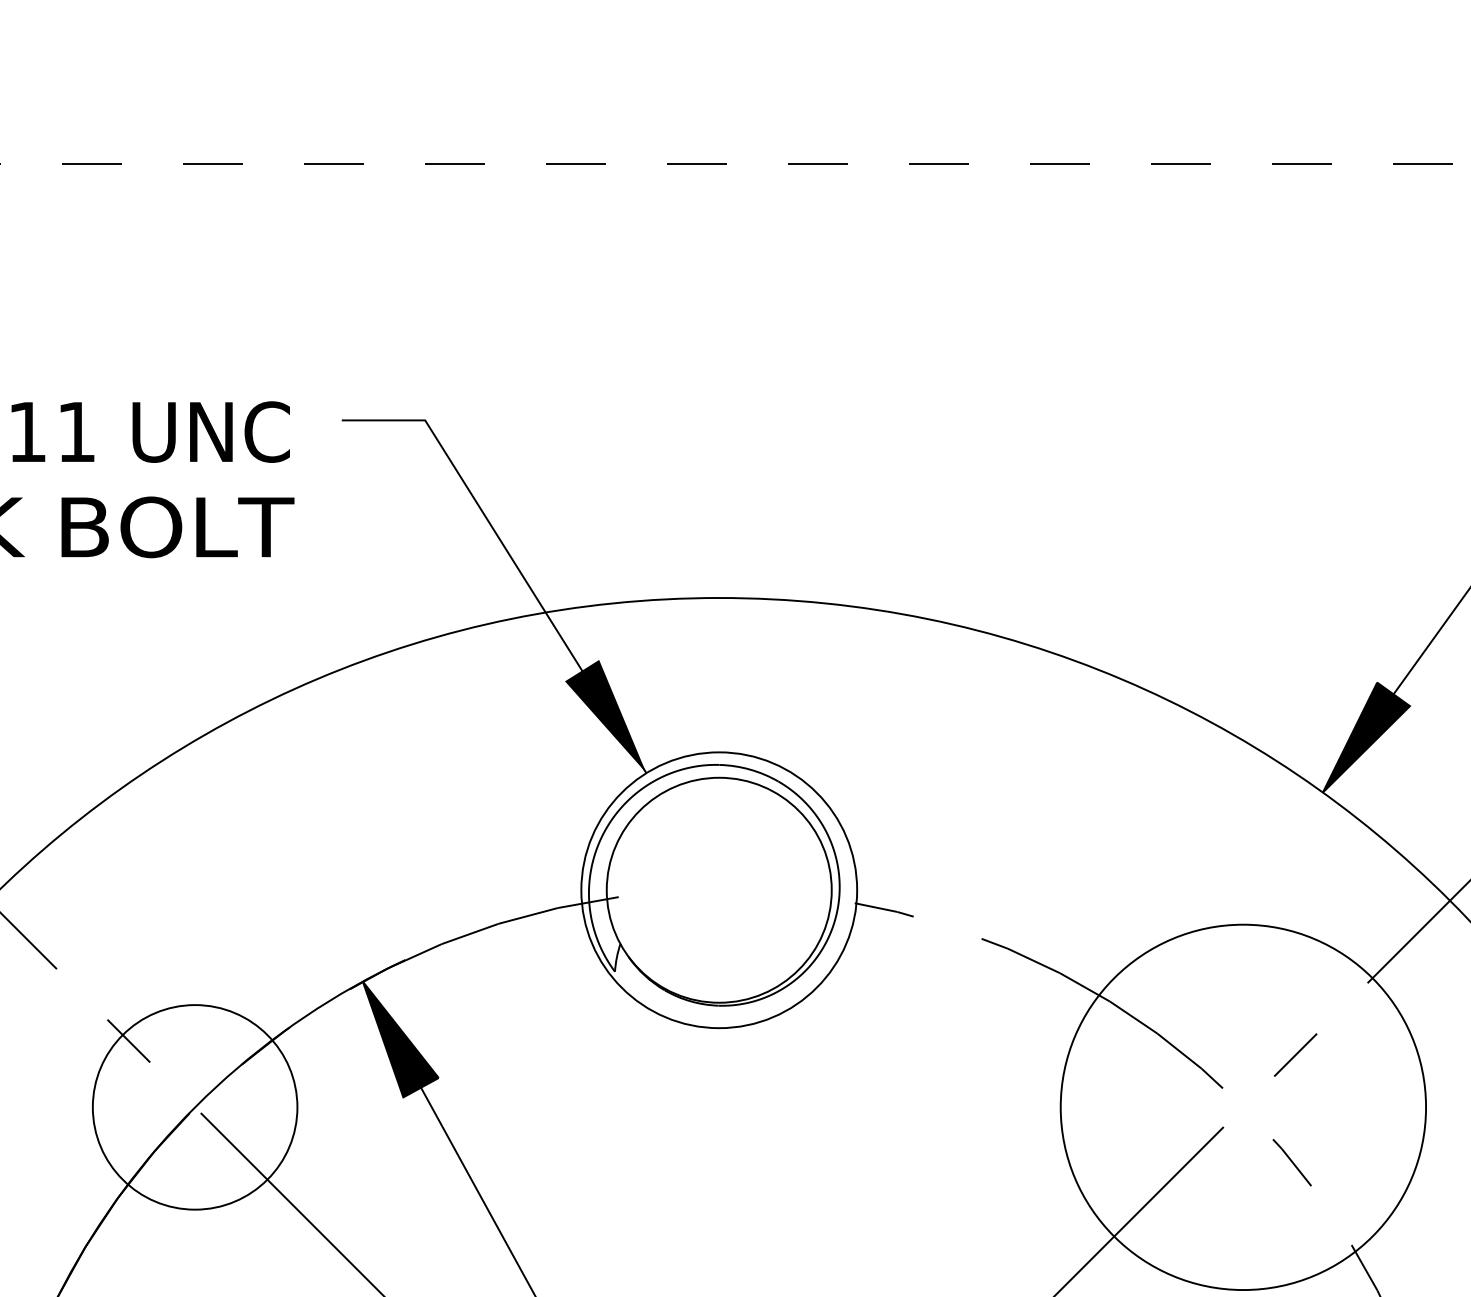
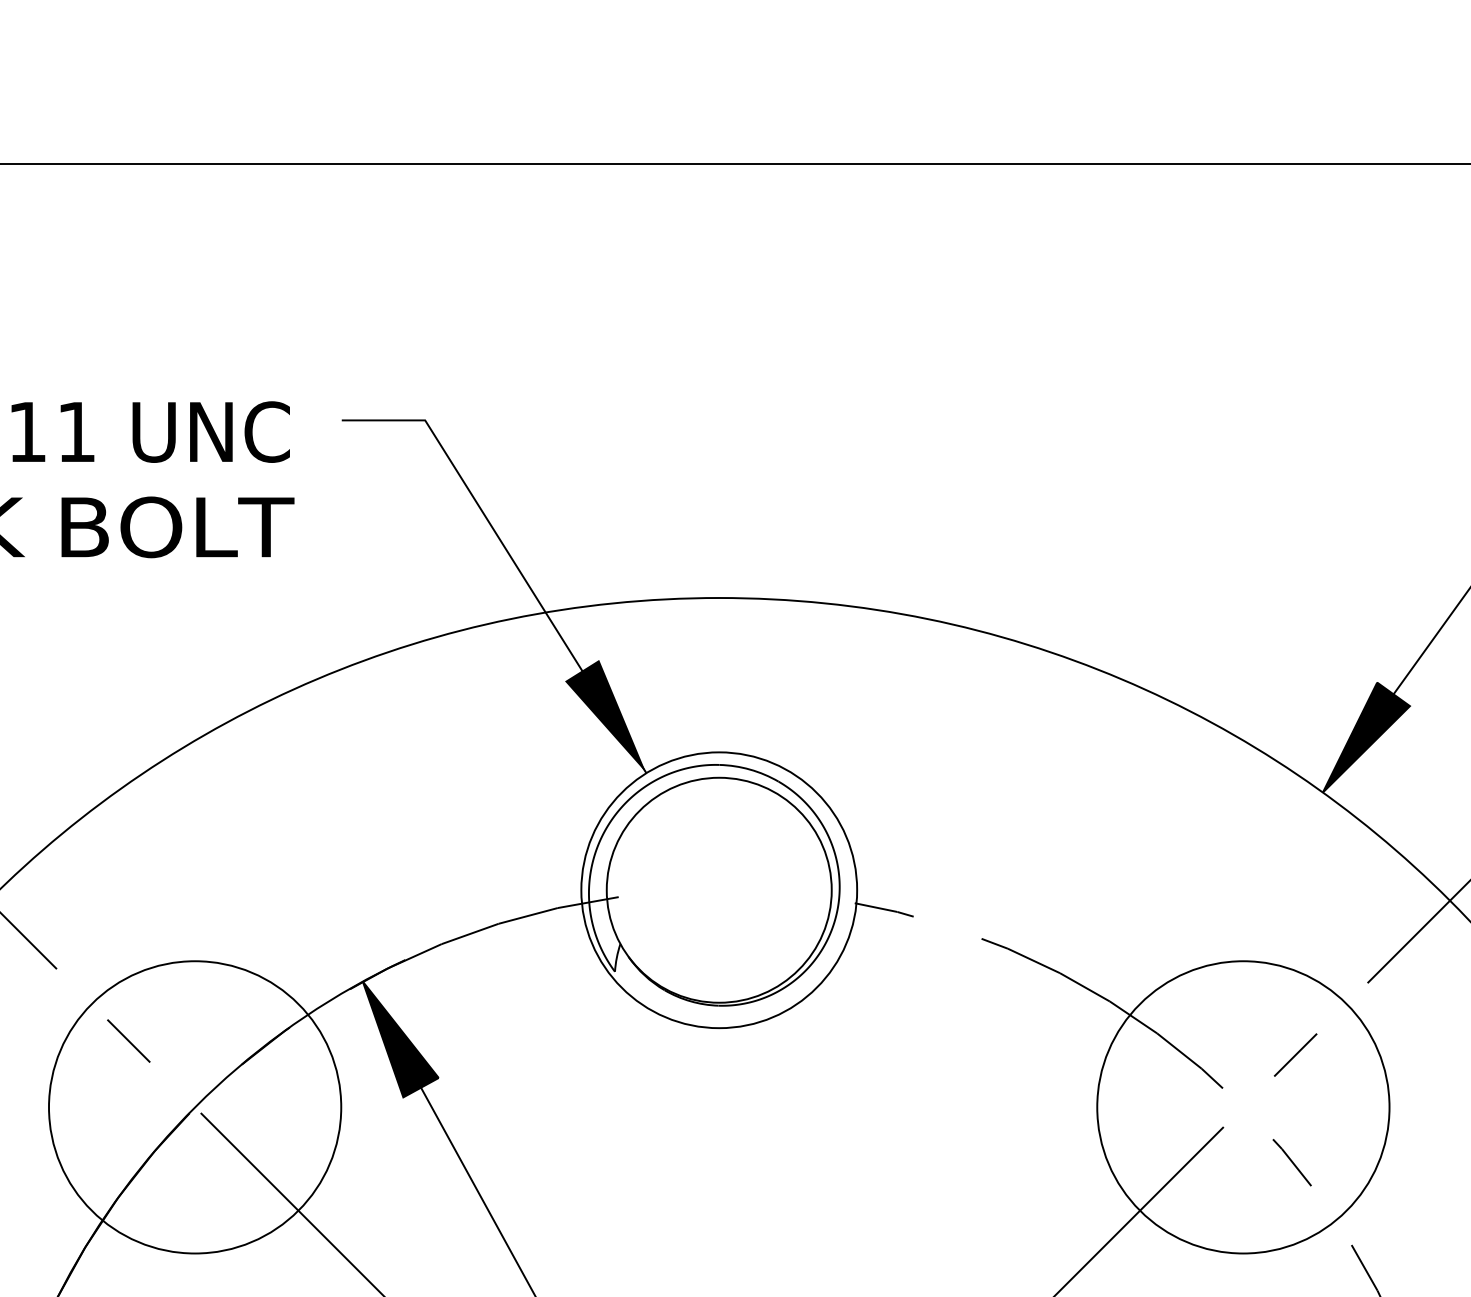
line at (735, 164): dashed -> solid
circle at (194, 1107) diameter: 205 px -> 292 px
circle at (1243, 1107) diameter: 365 px -> 292 px
